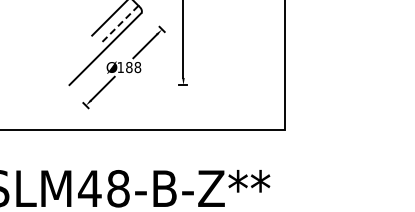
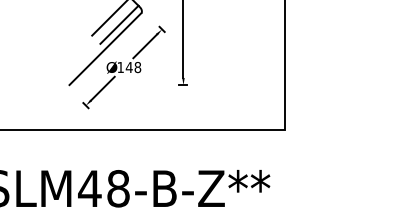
line at (119, 24): dashed -> solid
text at (128, 67): 188 -> 148
